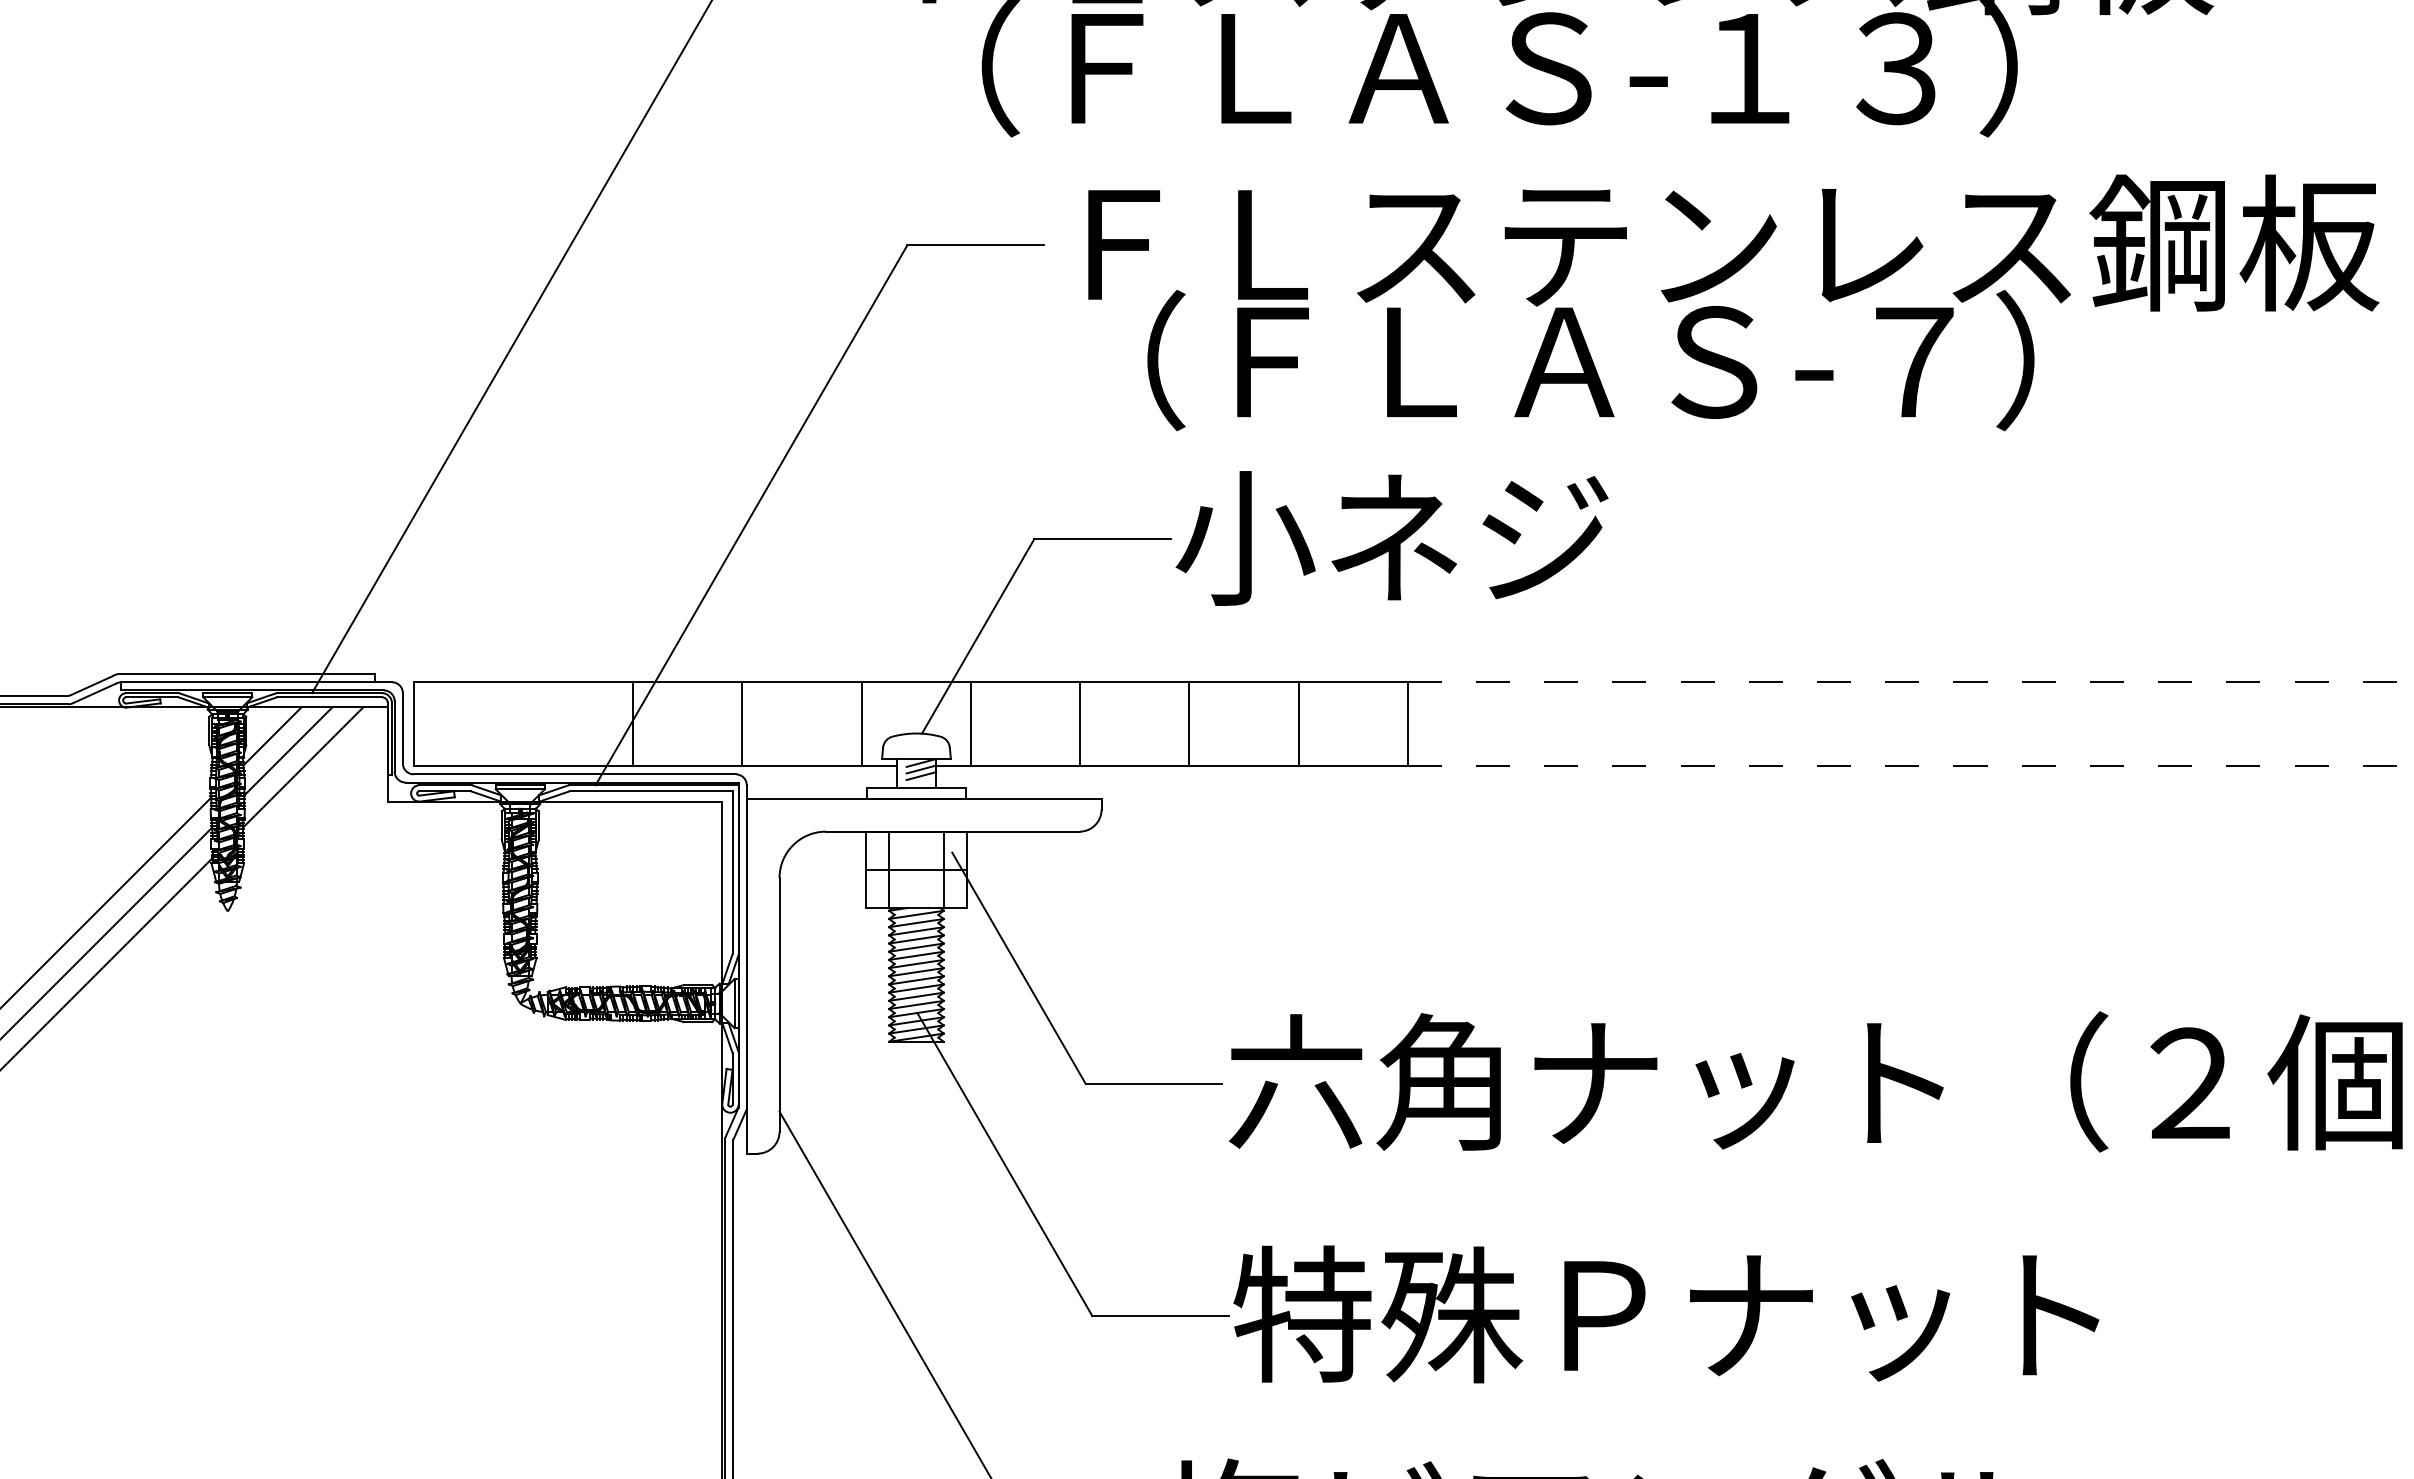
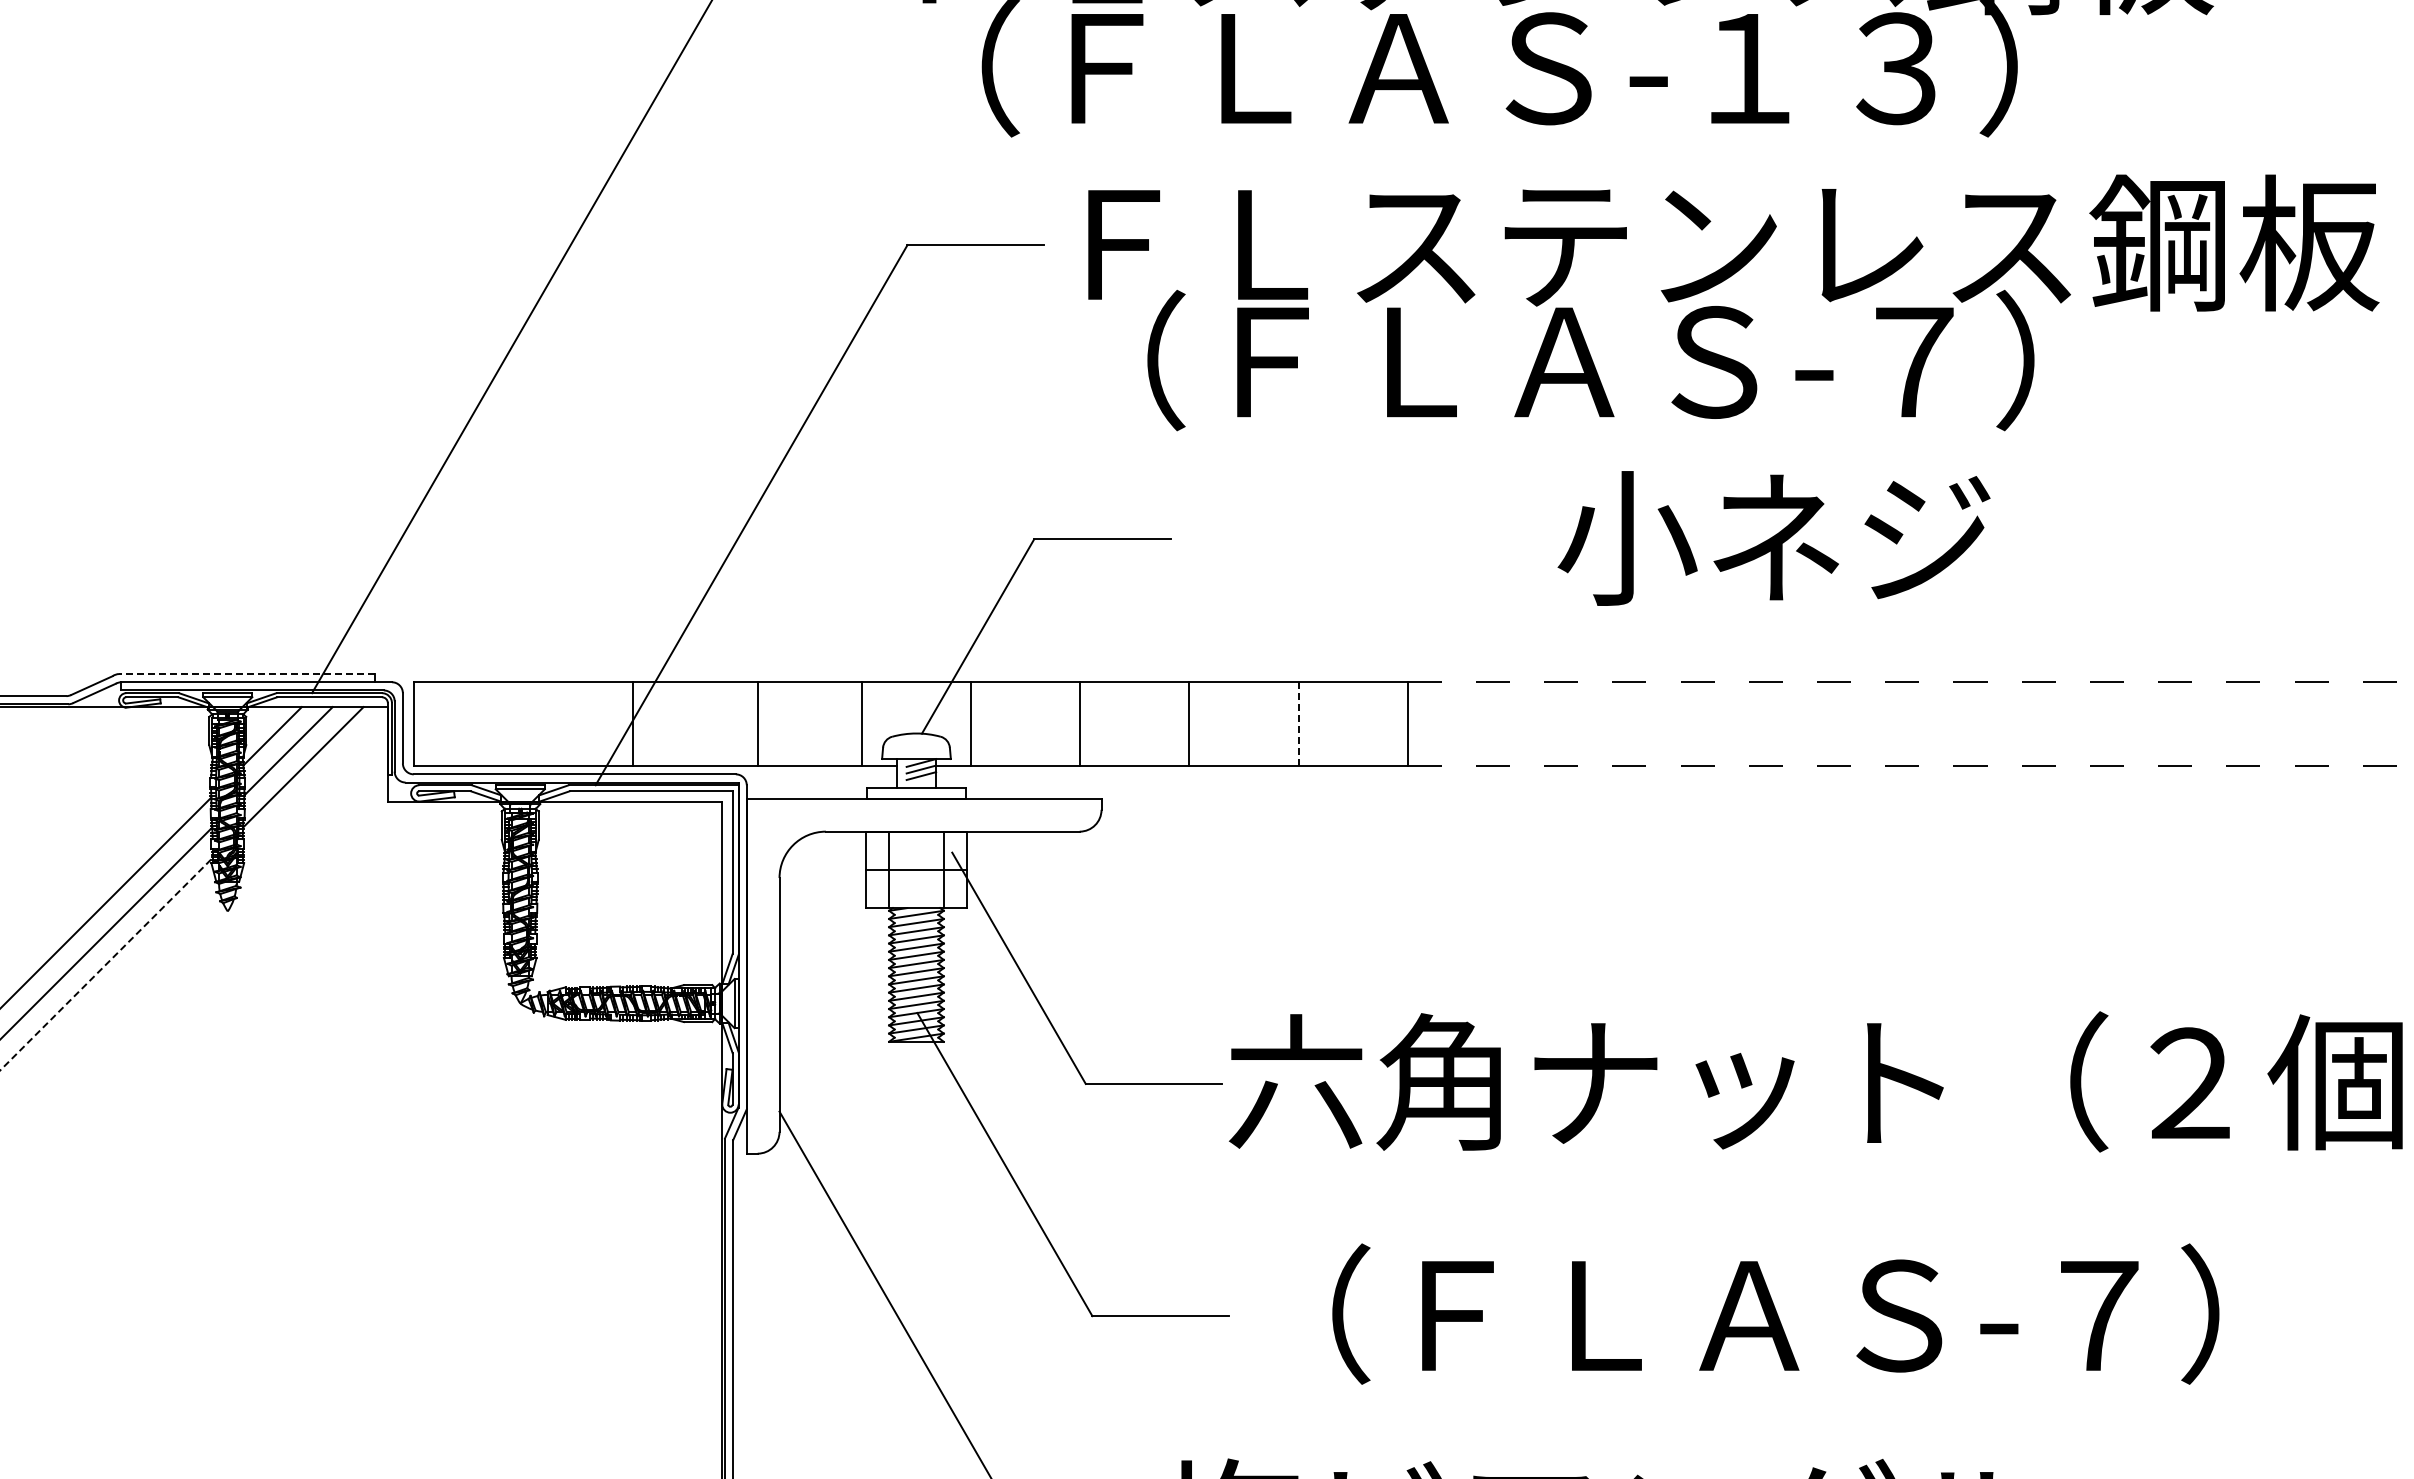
text at (1391, 538) position: (1391, 538) -> (1773, 538)
line at (246, 674): solid -> dashed
line at (1298, 723): solid -> dashed
line at (741, 724) position: (741, 724) -> (757, 724)
line at (106, 963): solid -> dashed
text at (1726, 1313): 特殊Ｐナット -> （ＦＬＡＳ-７）
